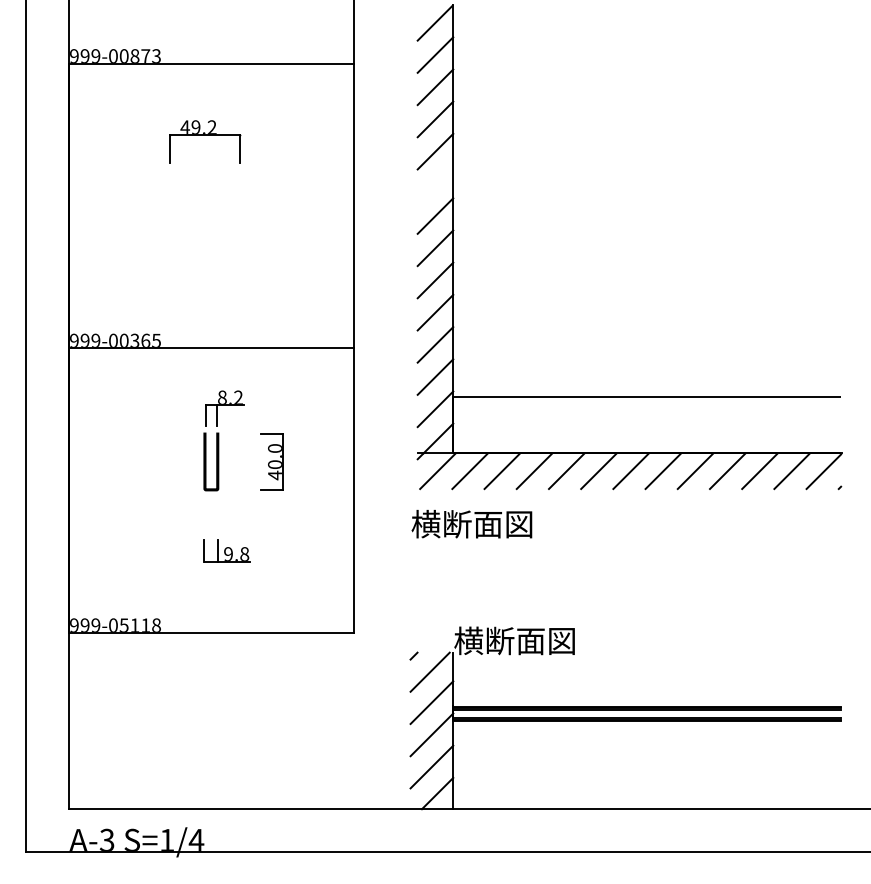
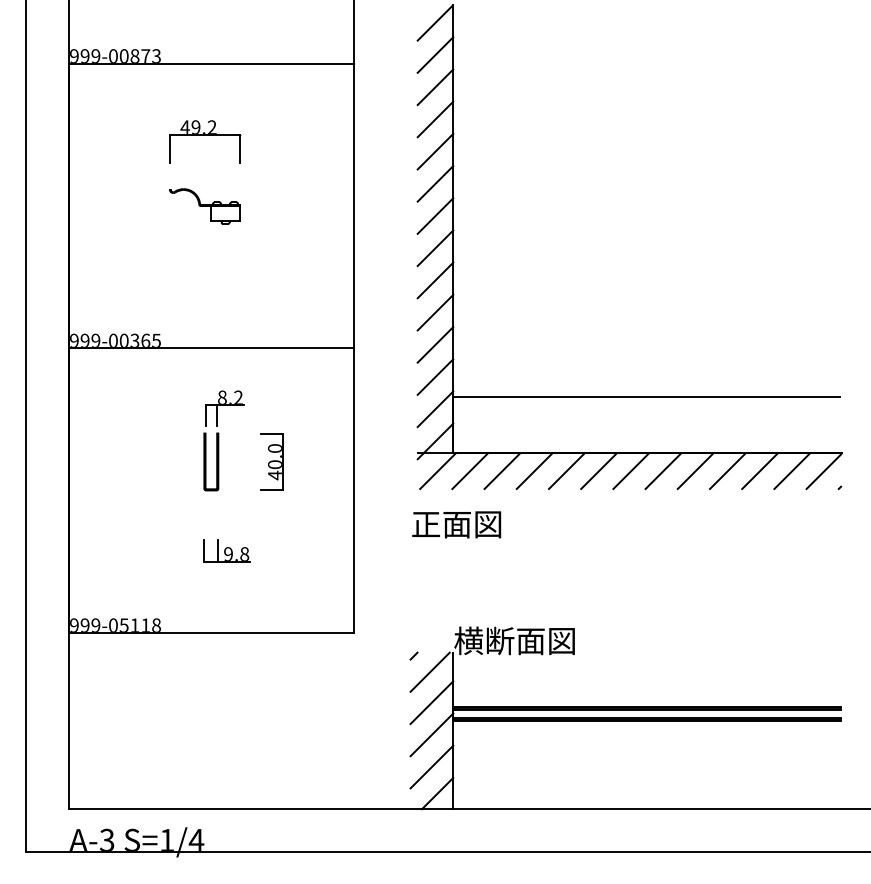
line at (435, 183): none -> present
part at (204, 206): none -> present
text at (471, 523): 横断面図 -> 正面図
